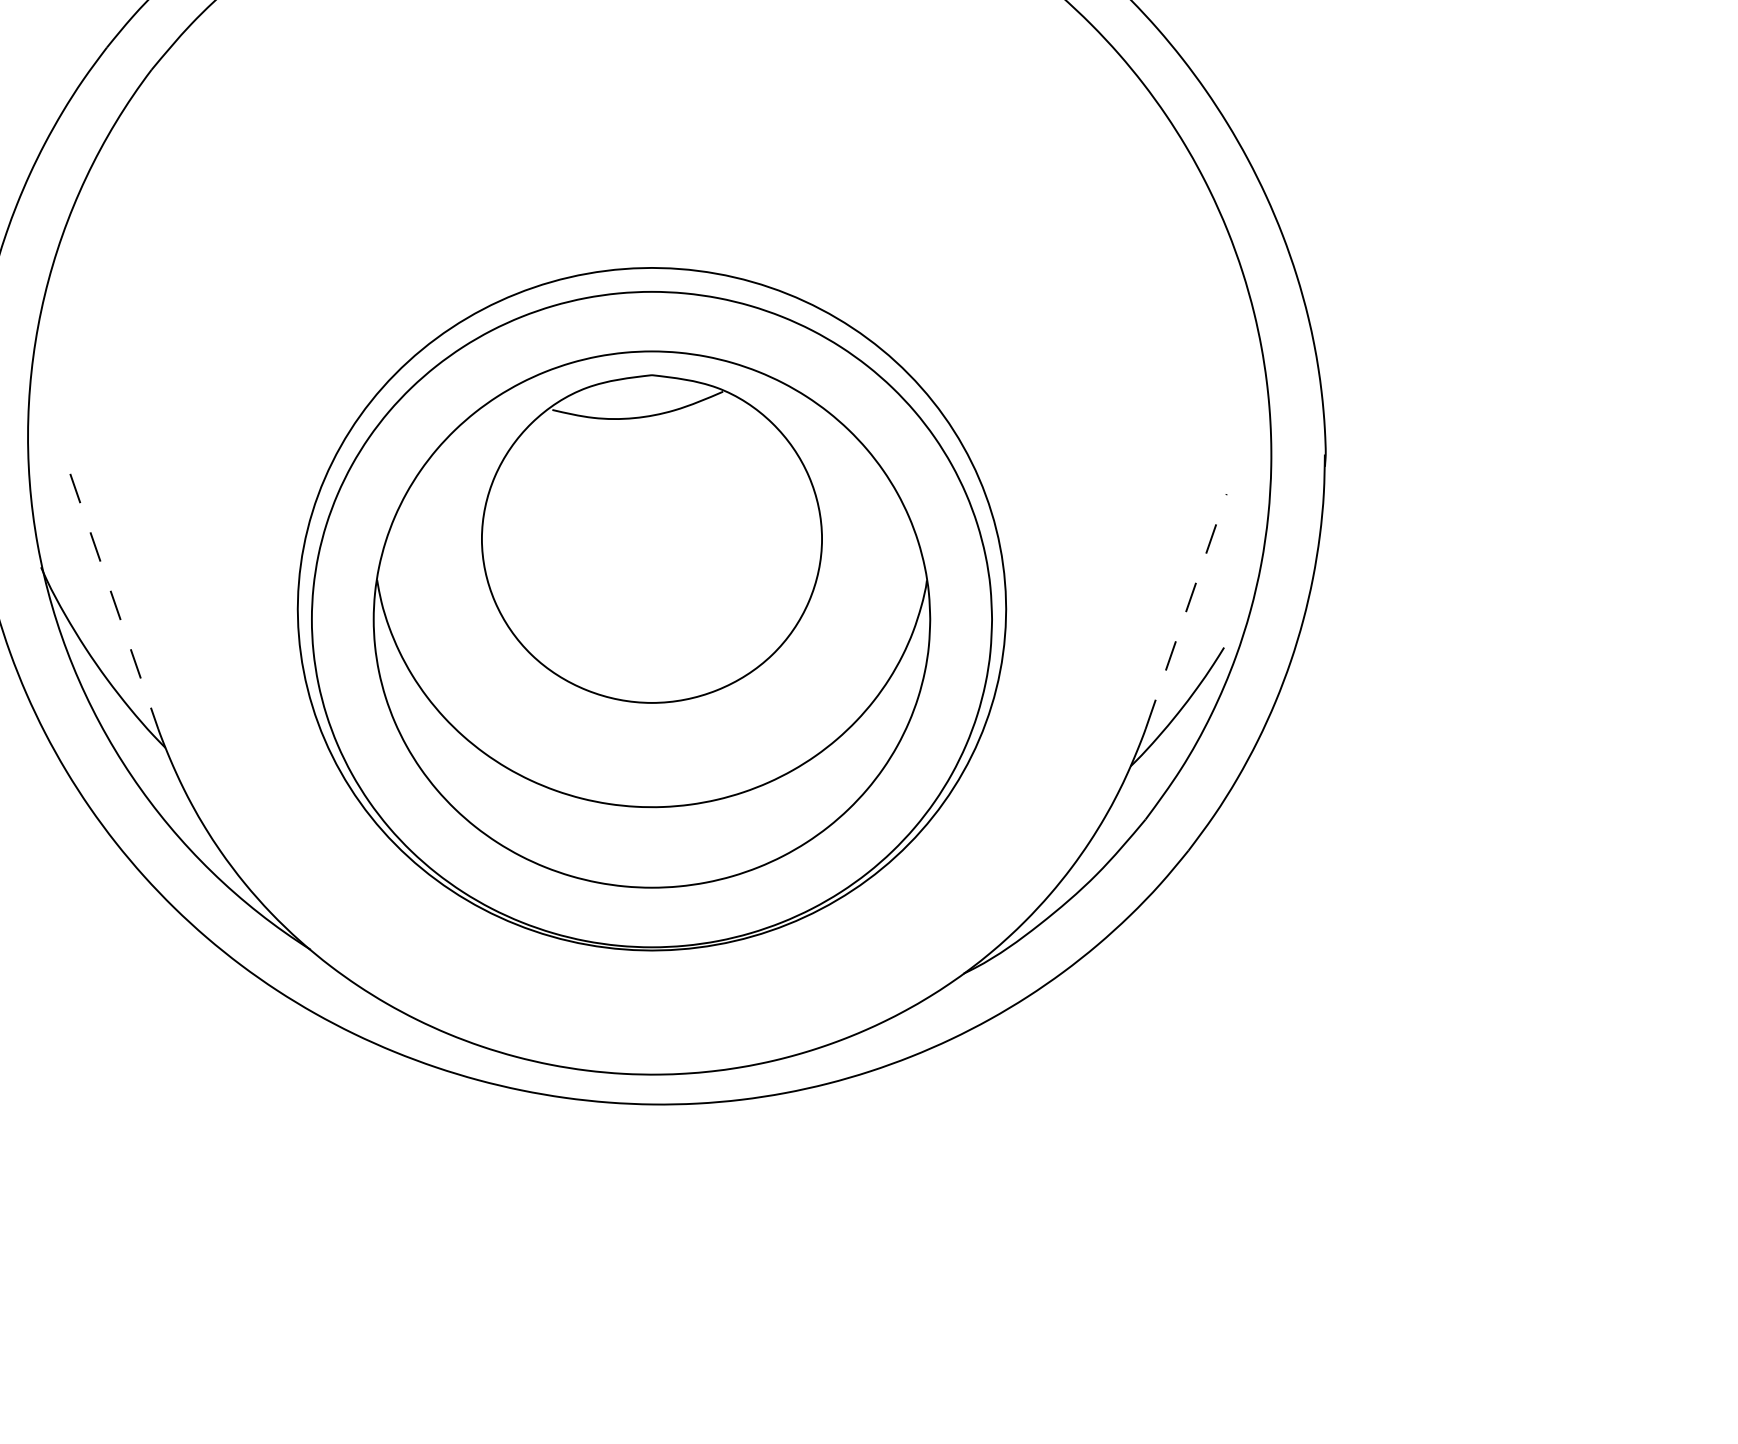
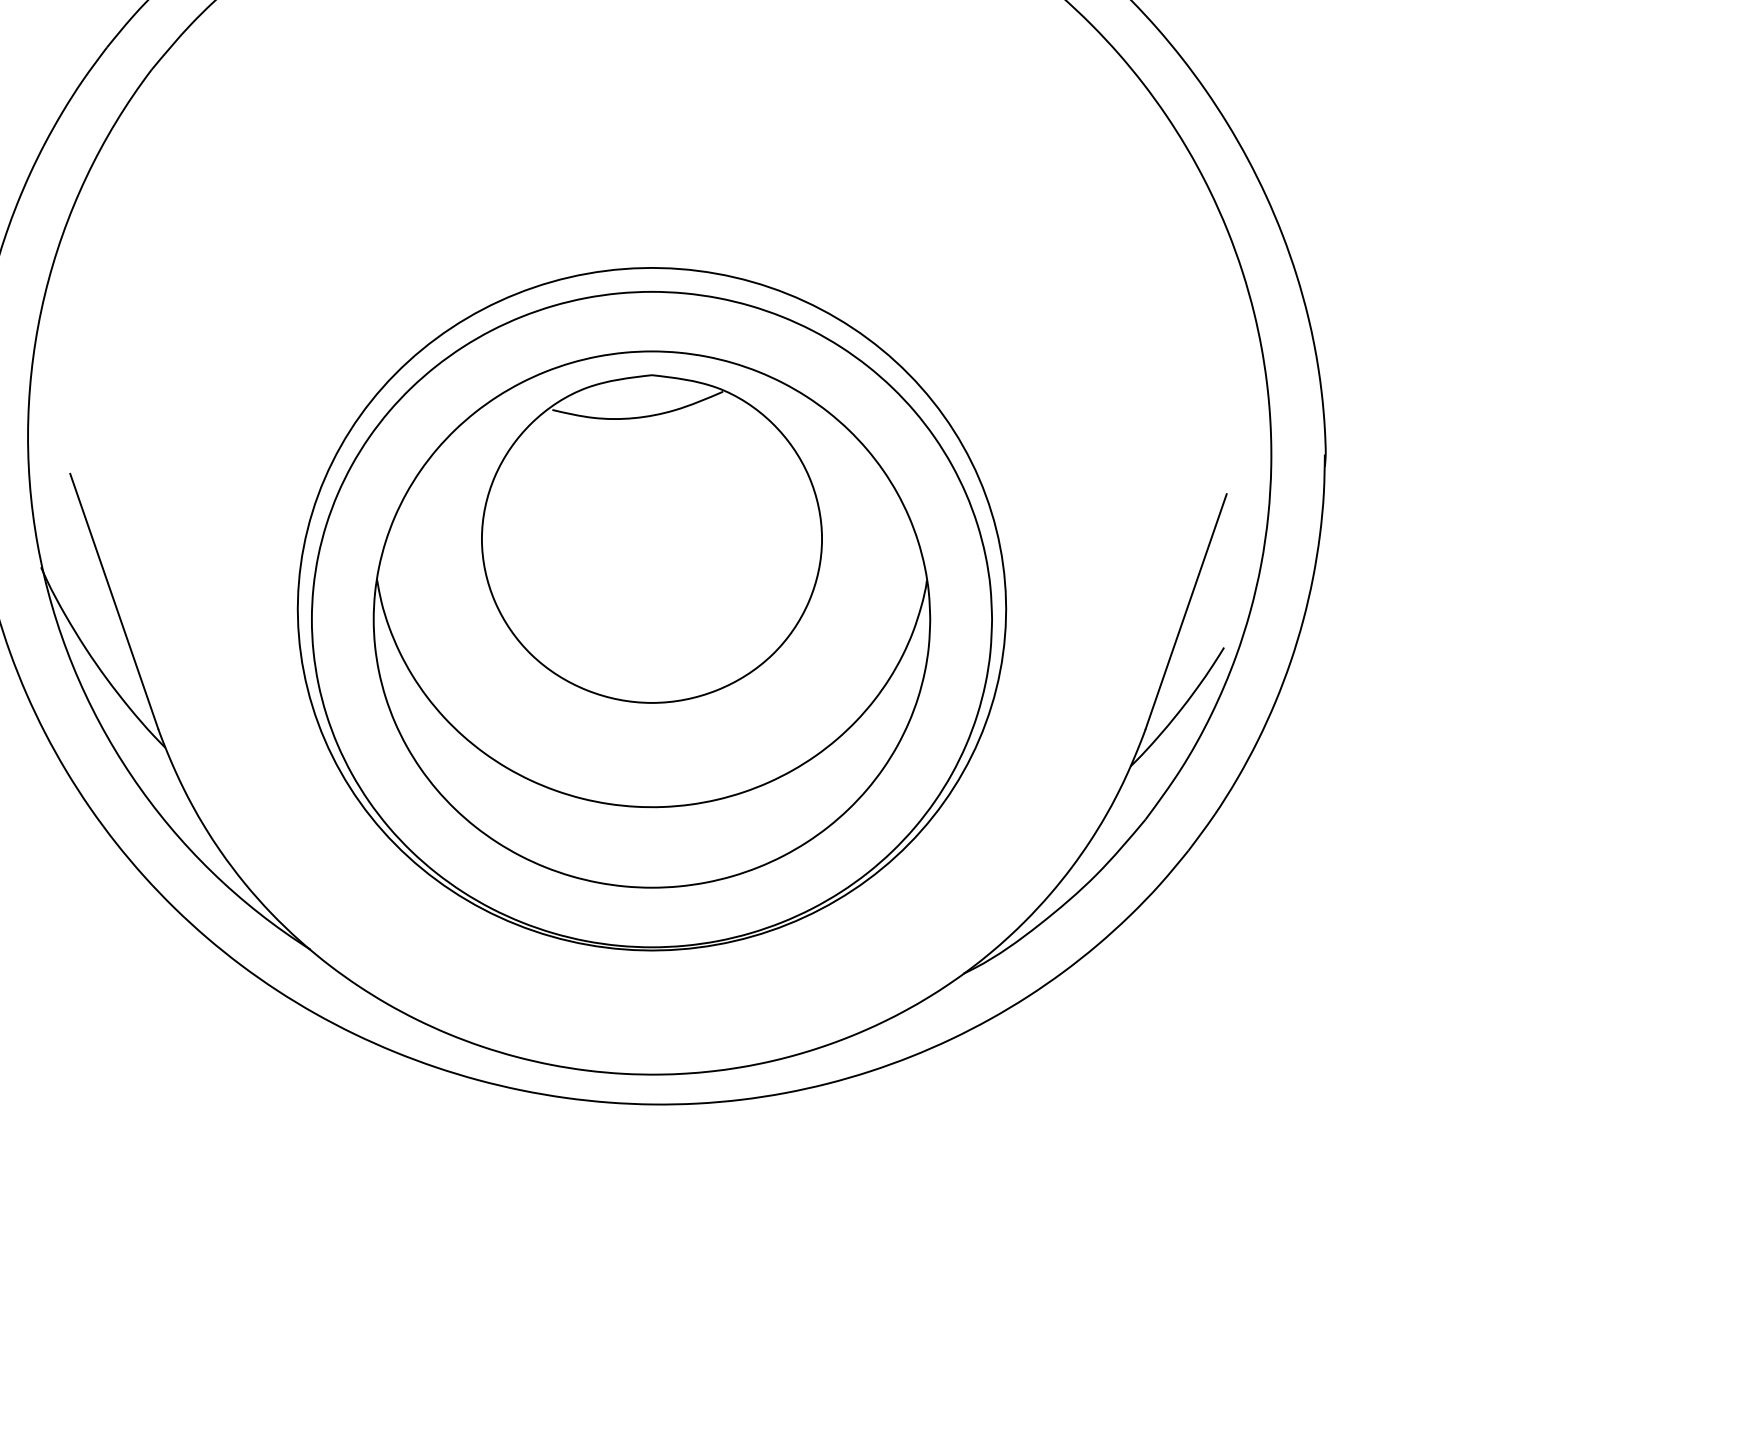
line at (114, 601): dashed -> solid
line at (1186, 611): dashed -> solid
